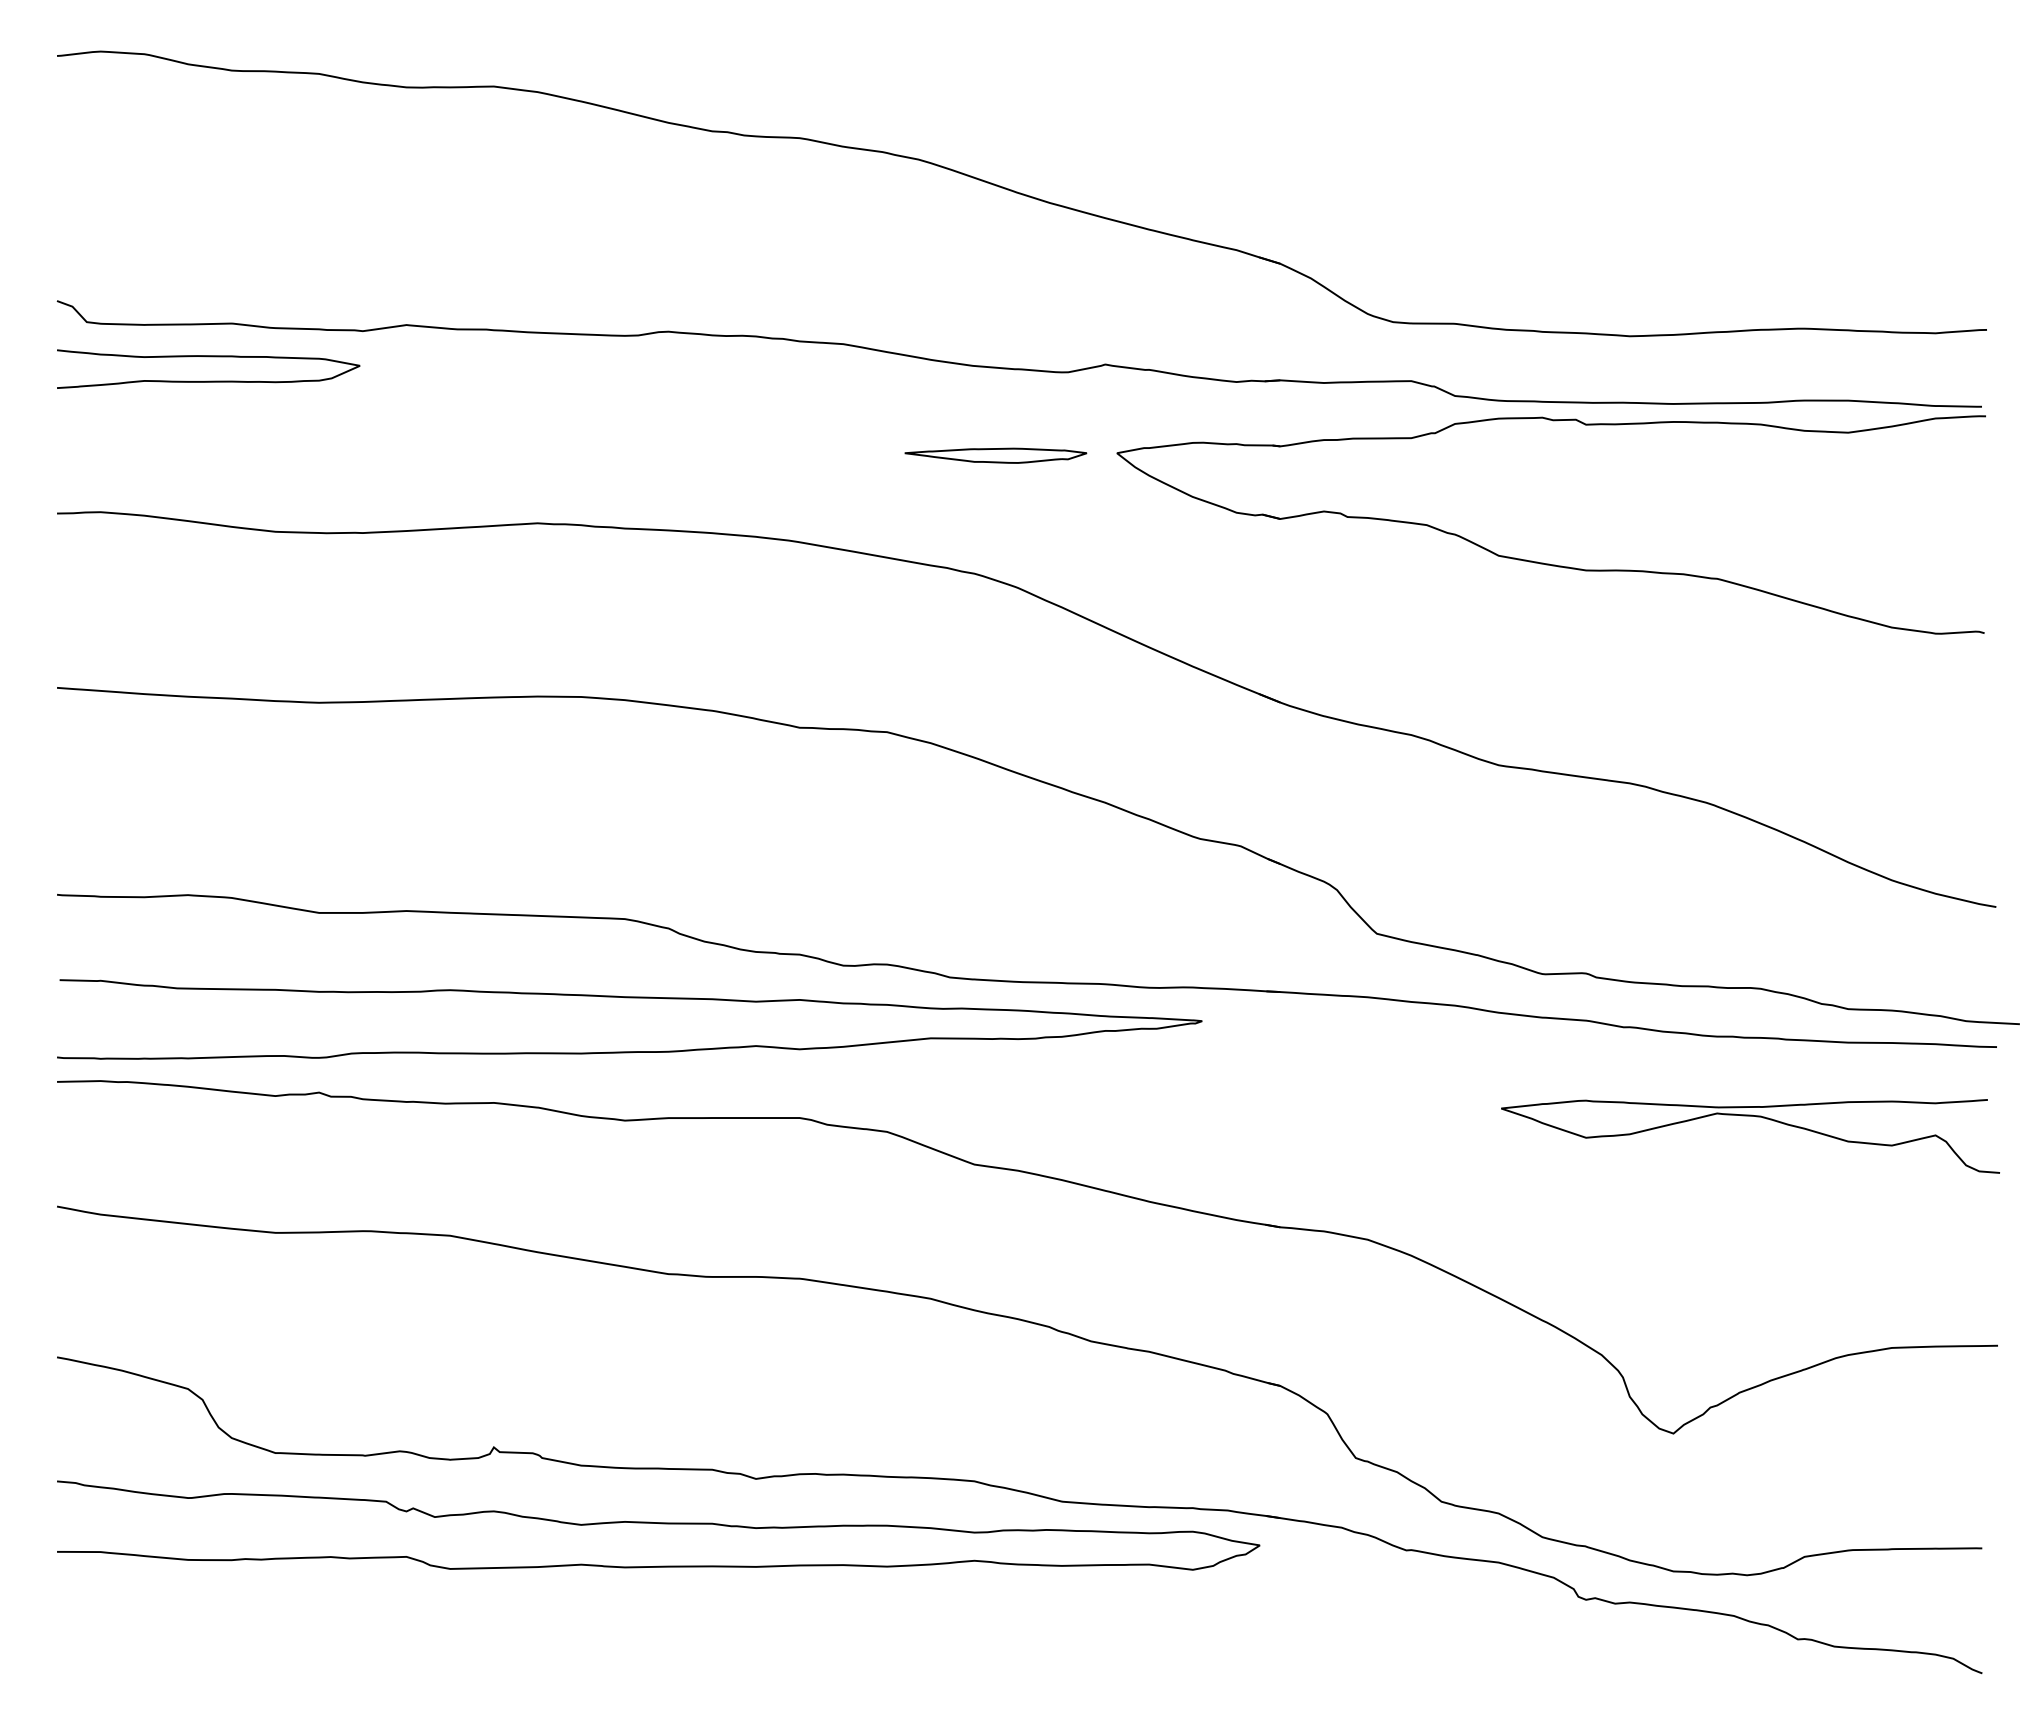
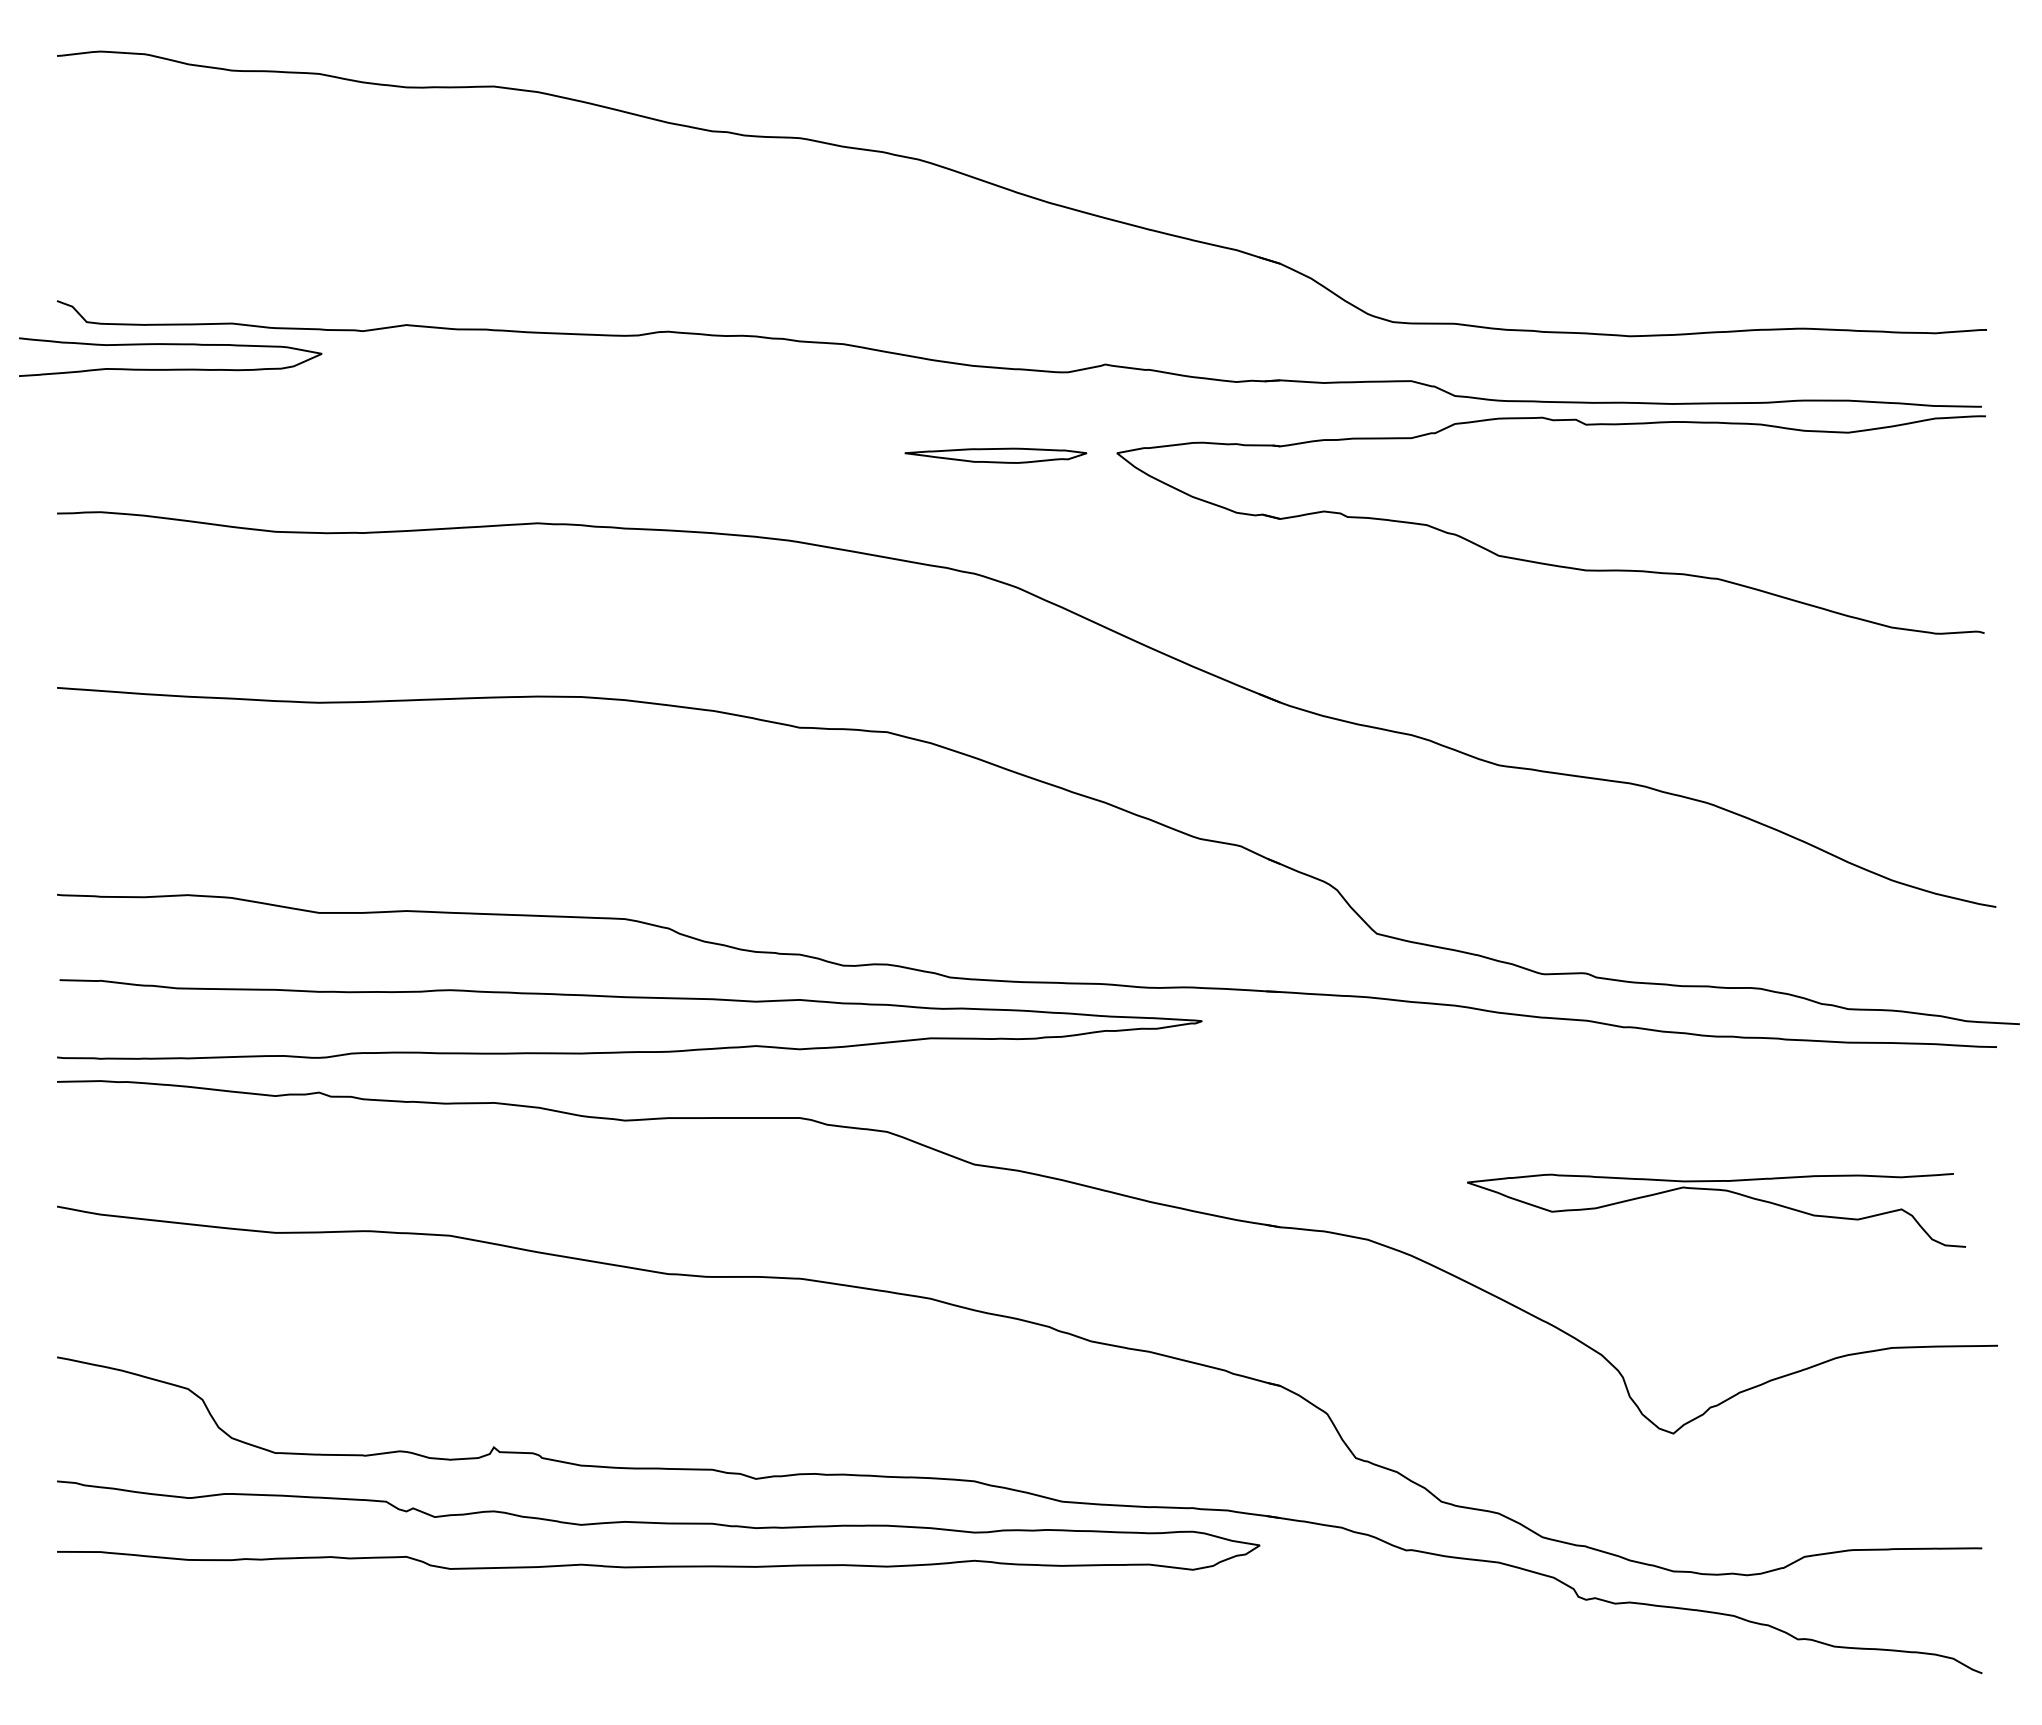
curve at (208, 357) position: (208, 357) -> (170, 345)
curve at (1756, 1117) position: (1756, 1117) -> (1722, 1191)
